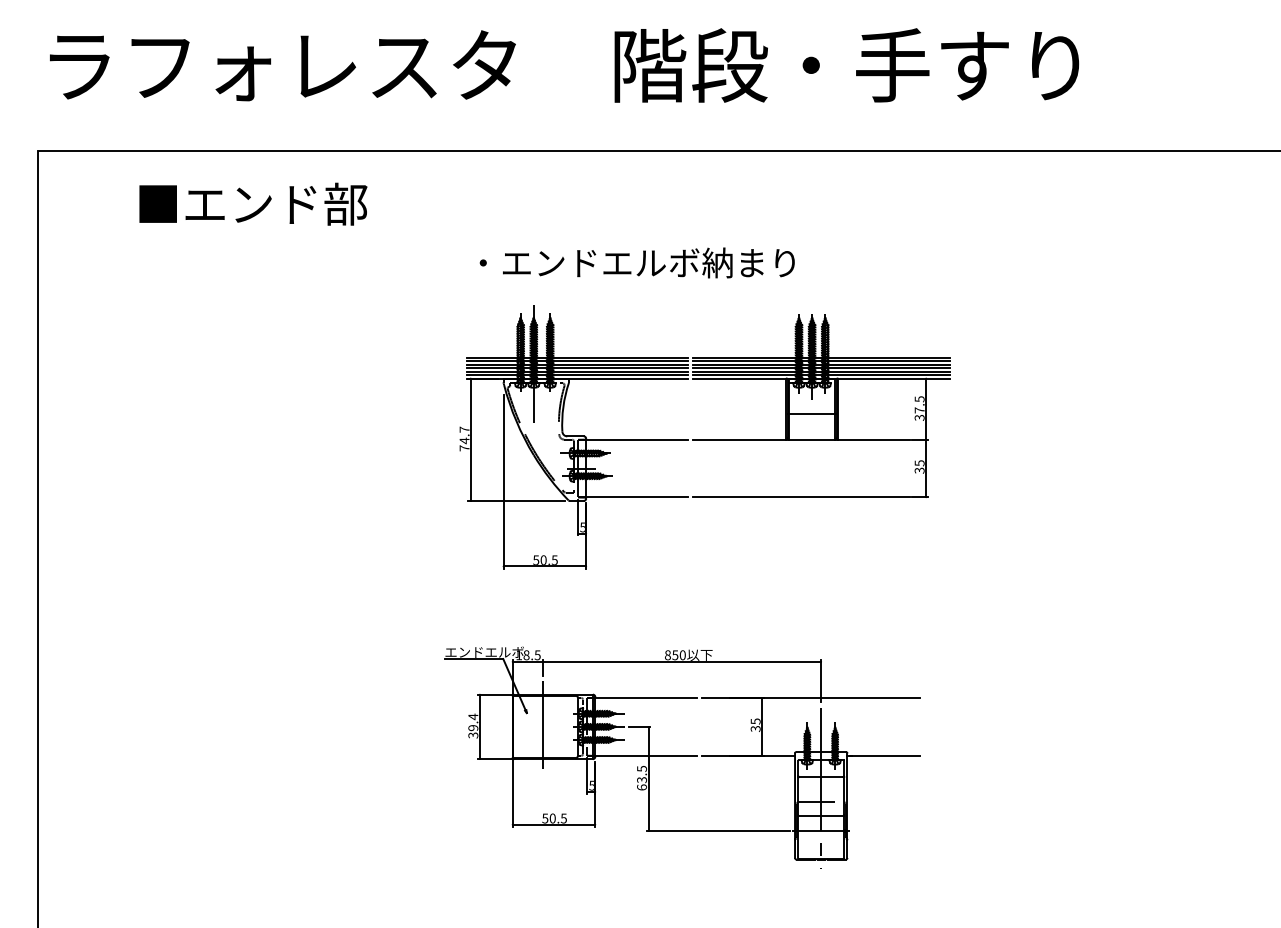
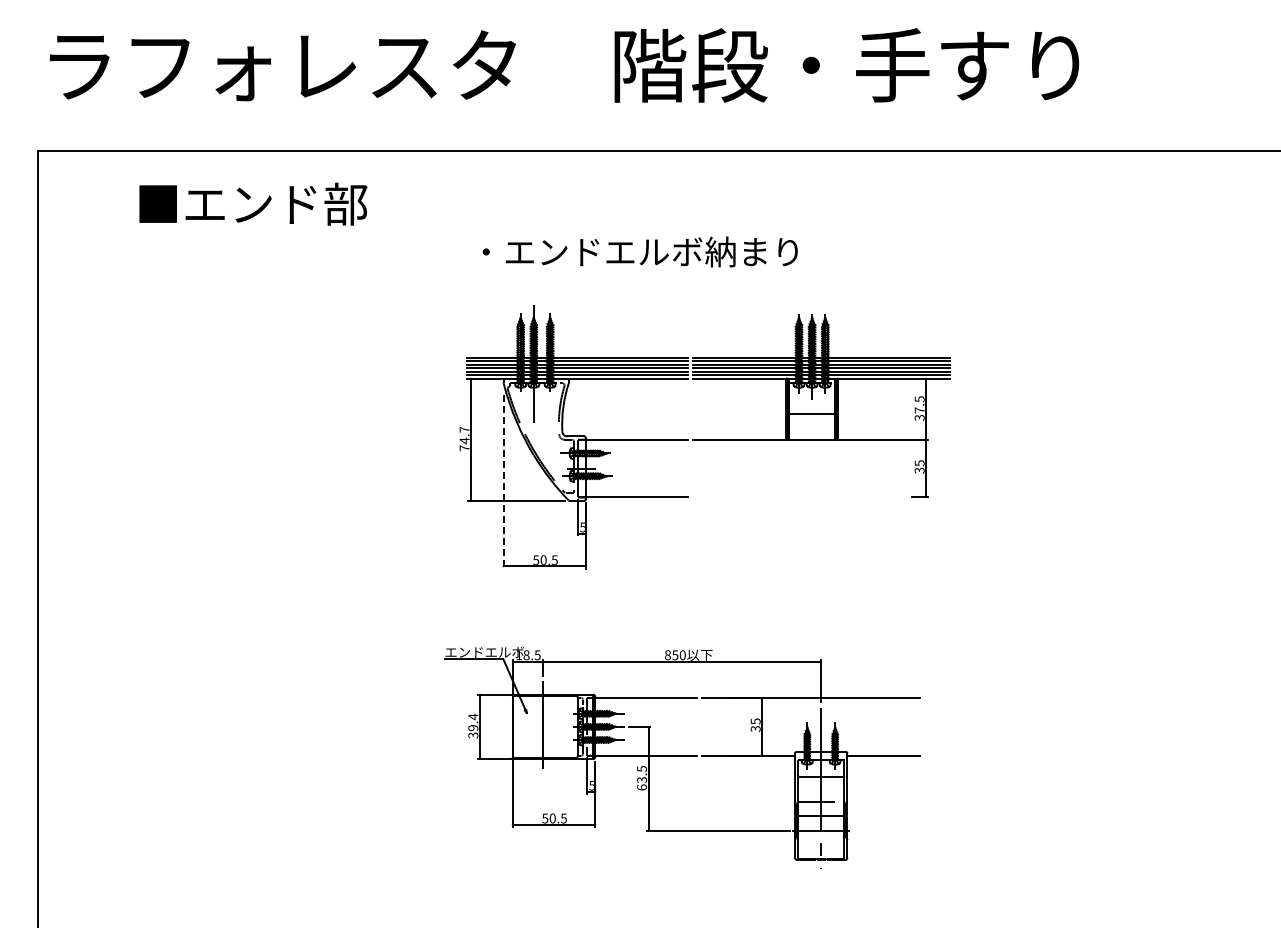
text at (636, 262) position: (636, 262) -> (639, 251)
line at (503, 482): solid -> dashed
line at (801, 497): present -> none
